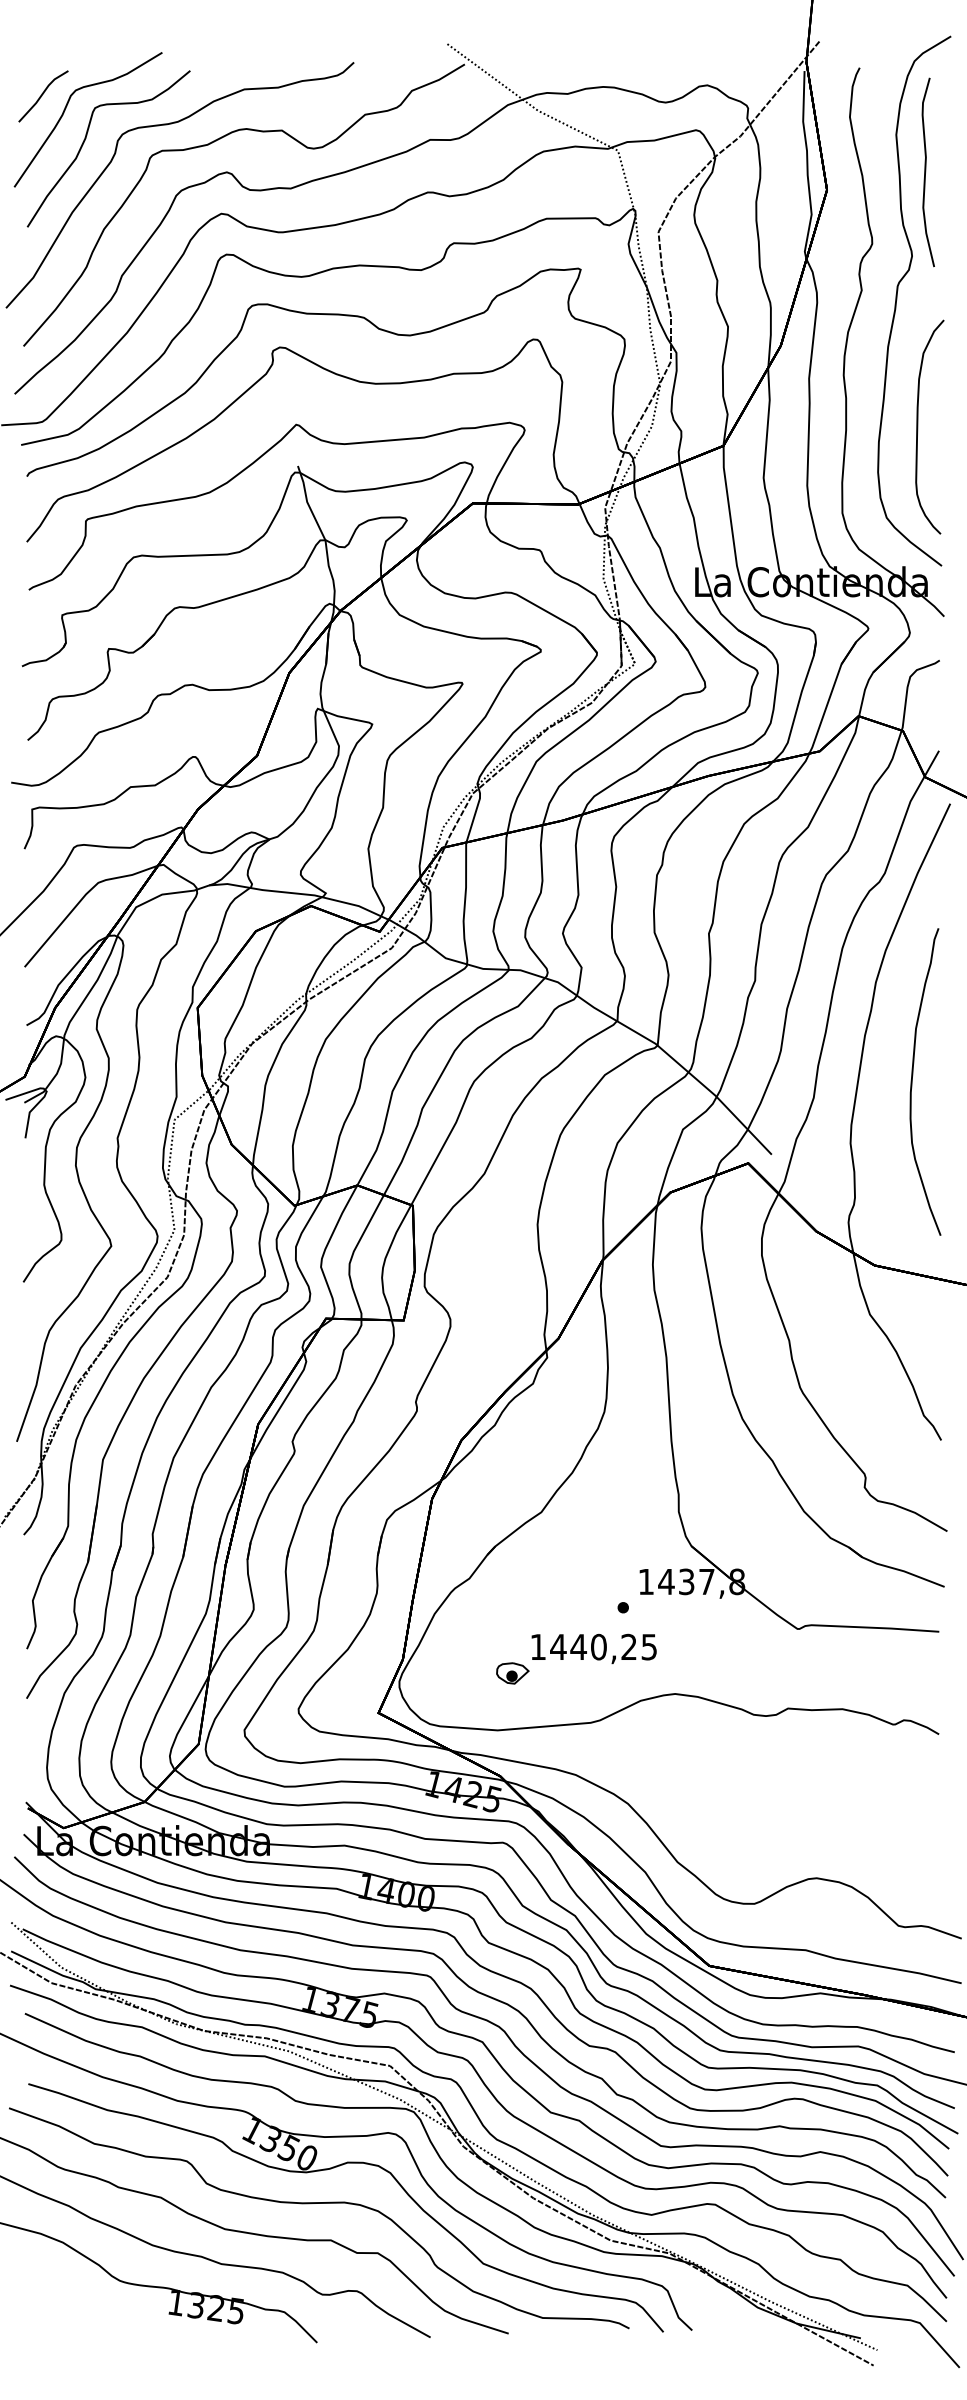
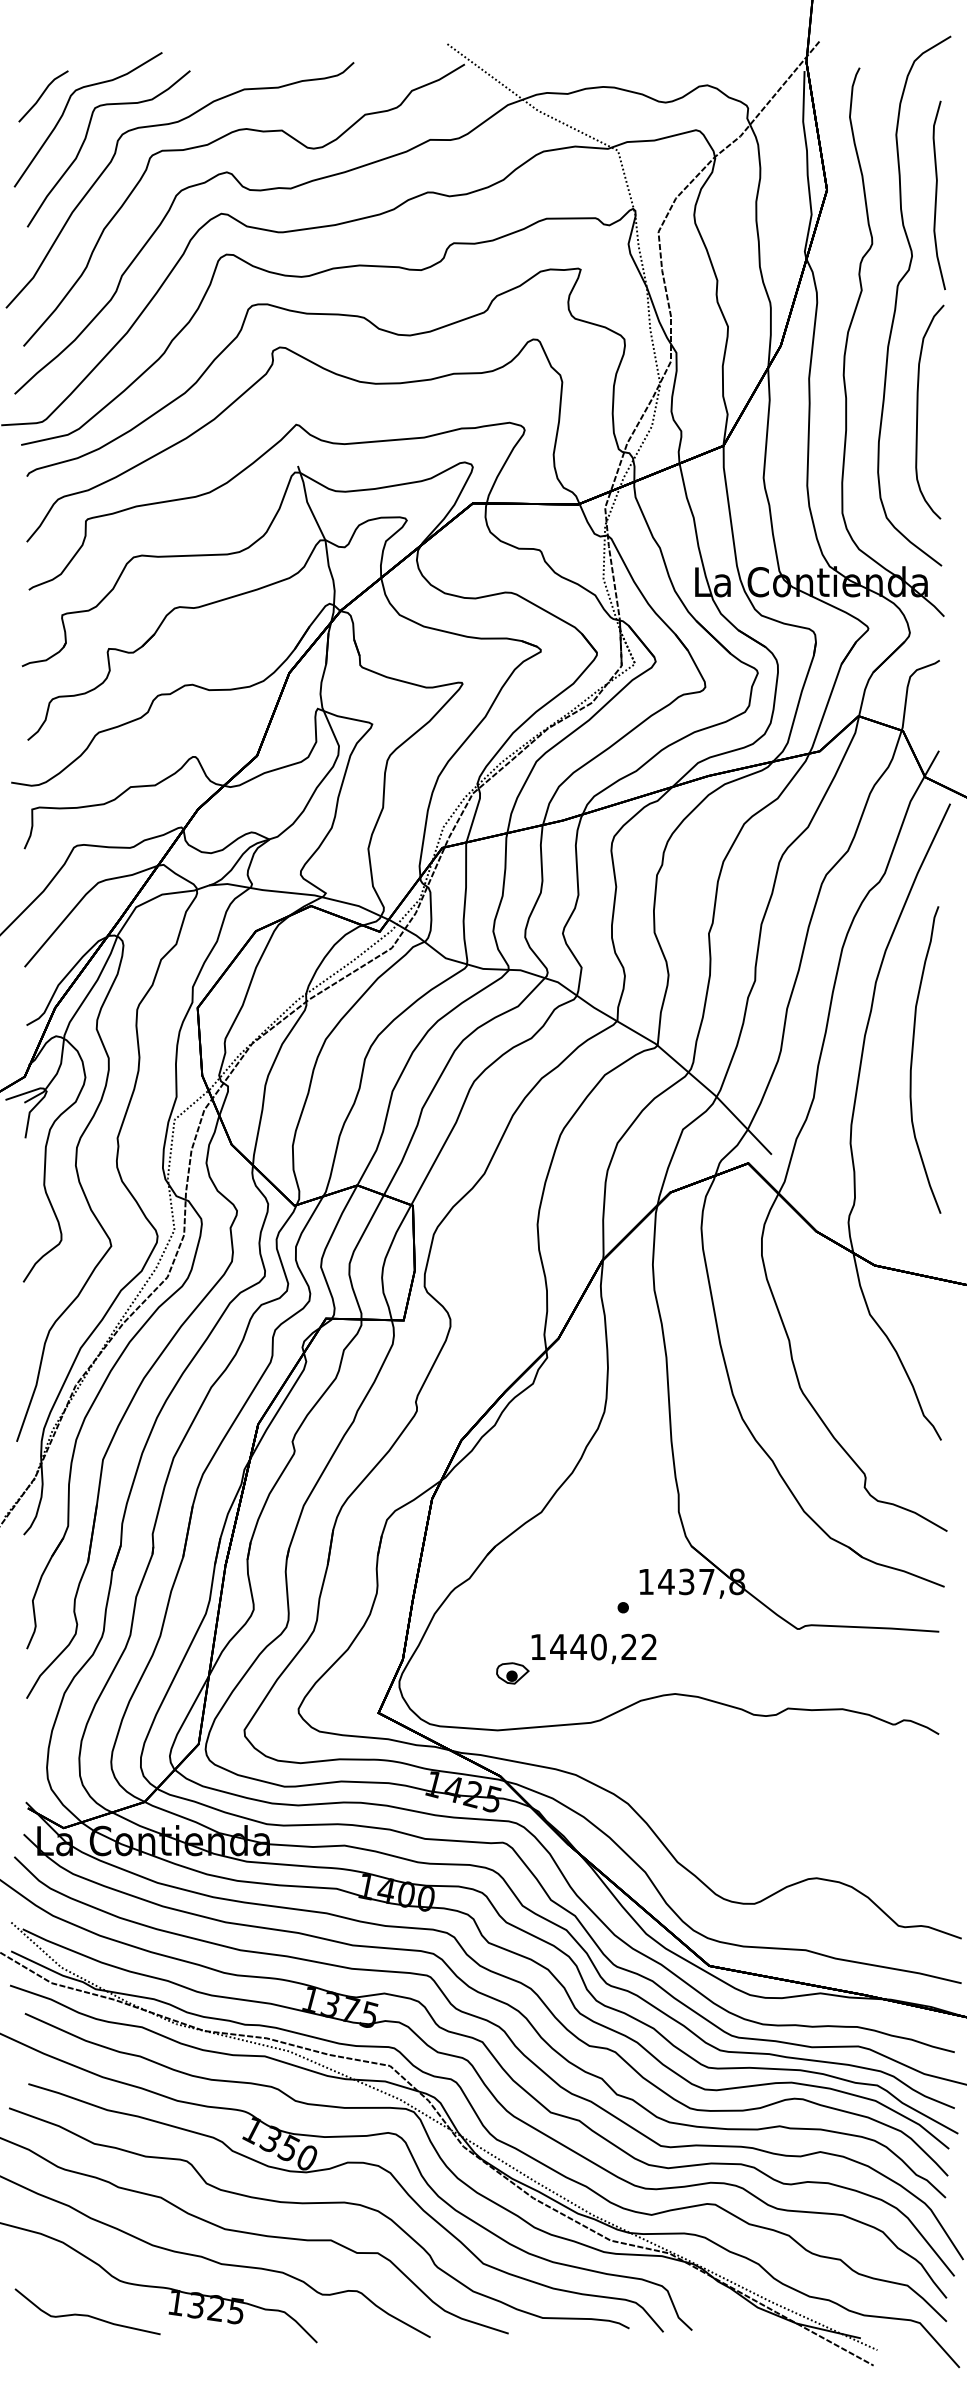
curve at (926, 172) position: (926, 172) -> (937, 195)
curve at (918, 426) position: (918, 426) -> (918, 411)
curve at (912, 1081) position: (912, 1081) -> (912, 1059)
text at (648, 1646): 1440,25 -> 1440,22
curve at (87, 2314): none -> present
